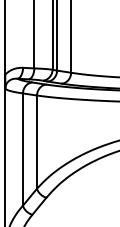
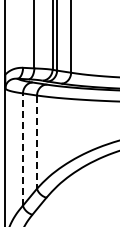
line at (36, 142): solid -> dashed
line at (22, 149): solid -> dashed
